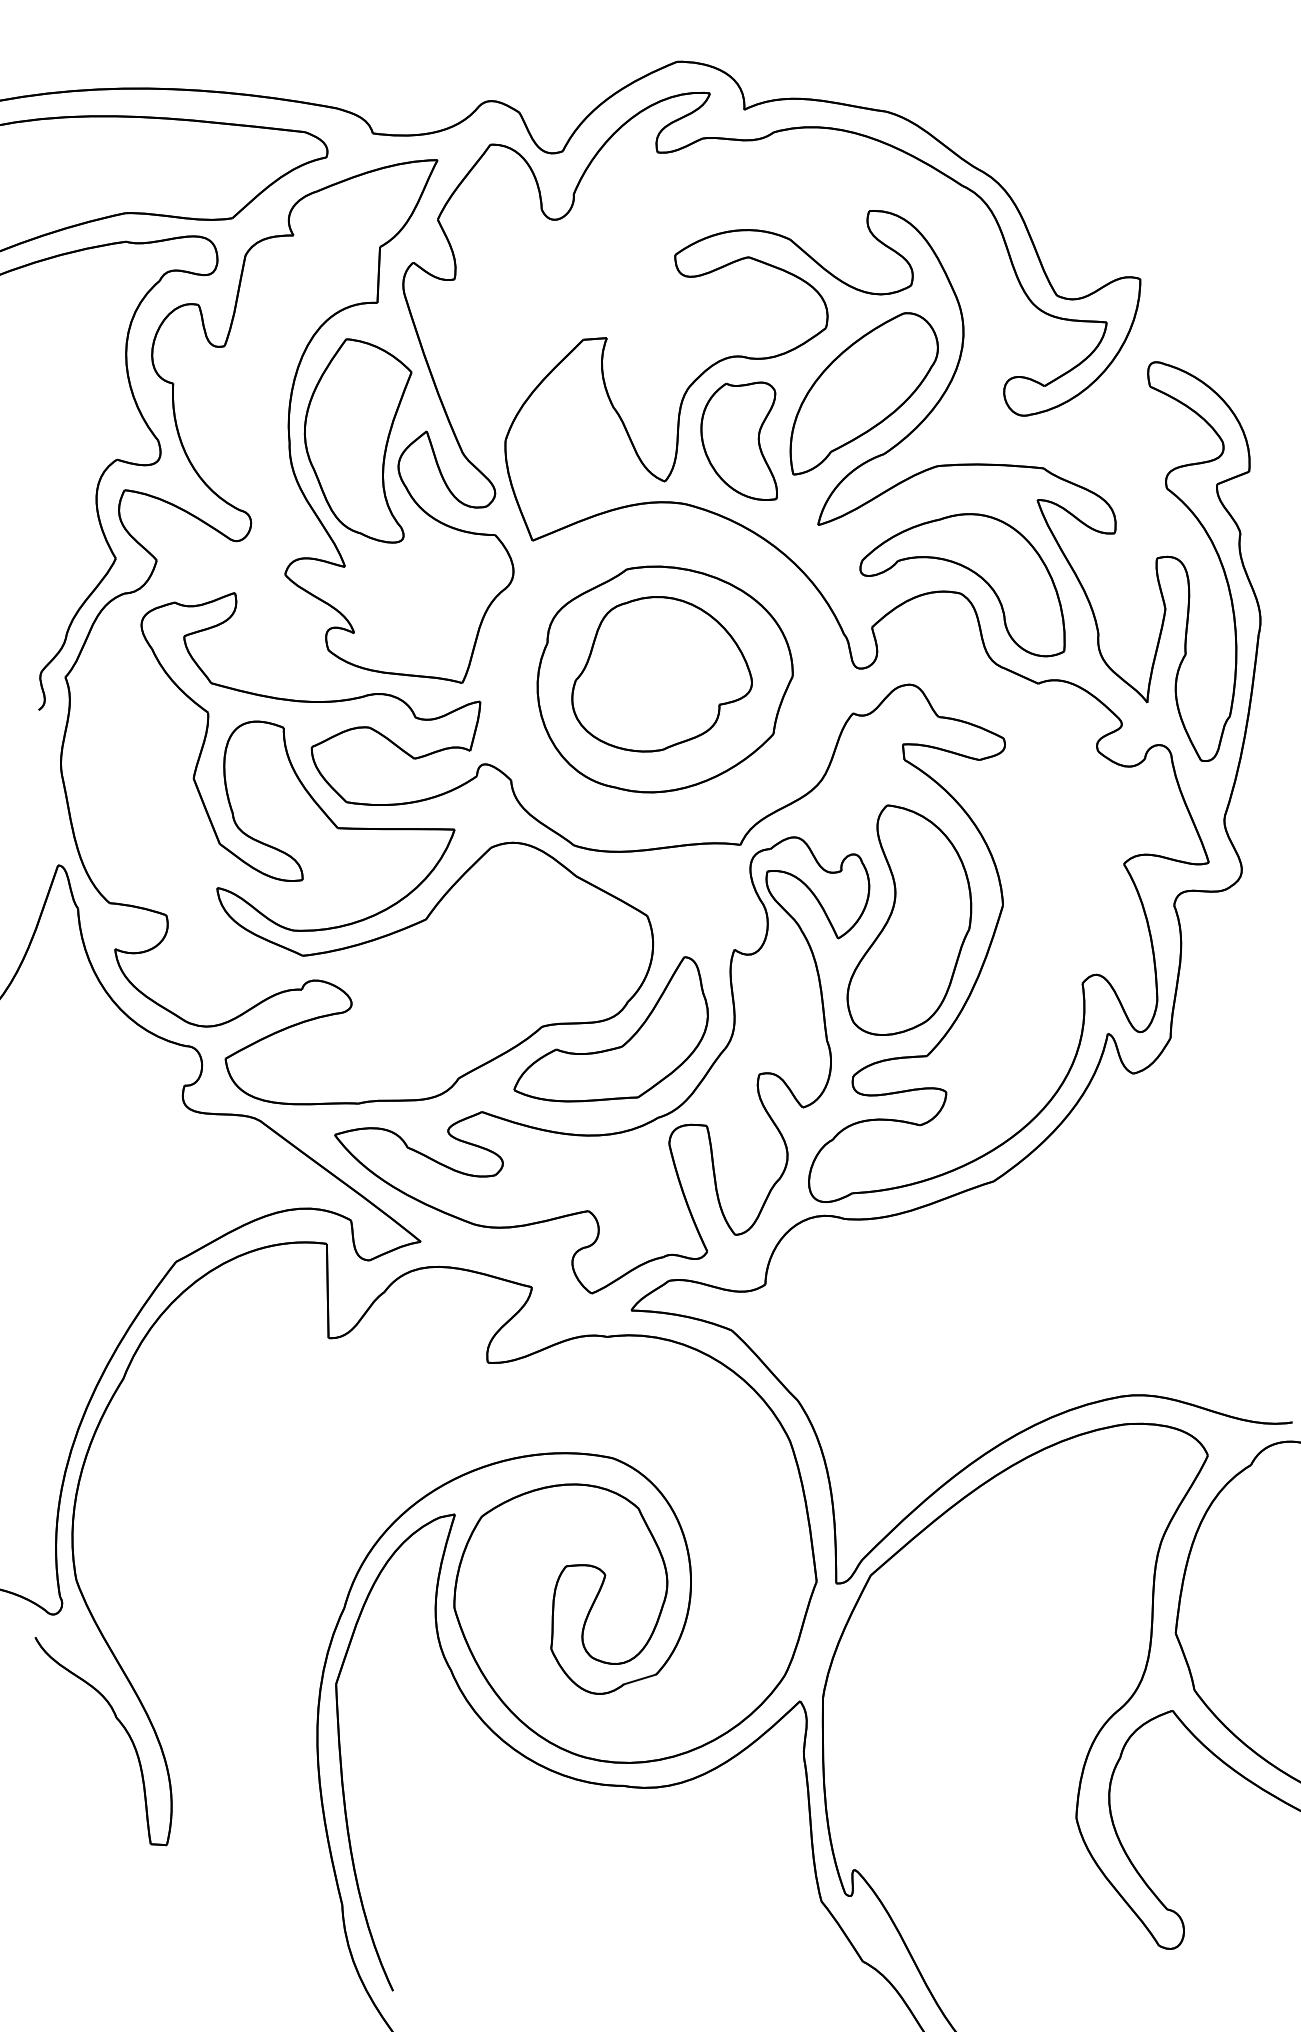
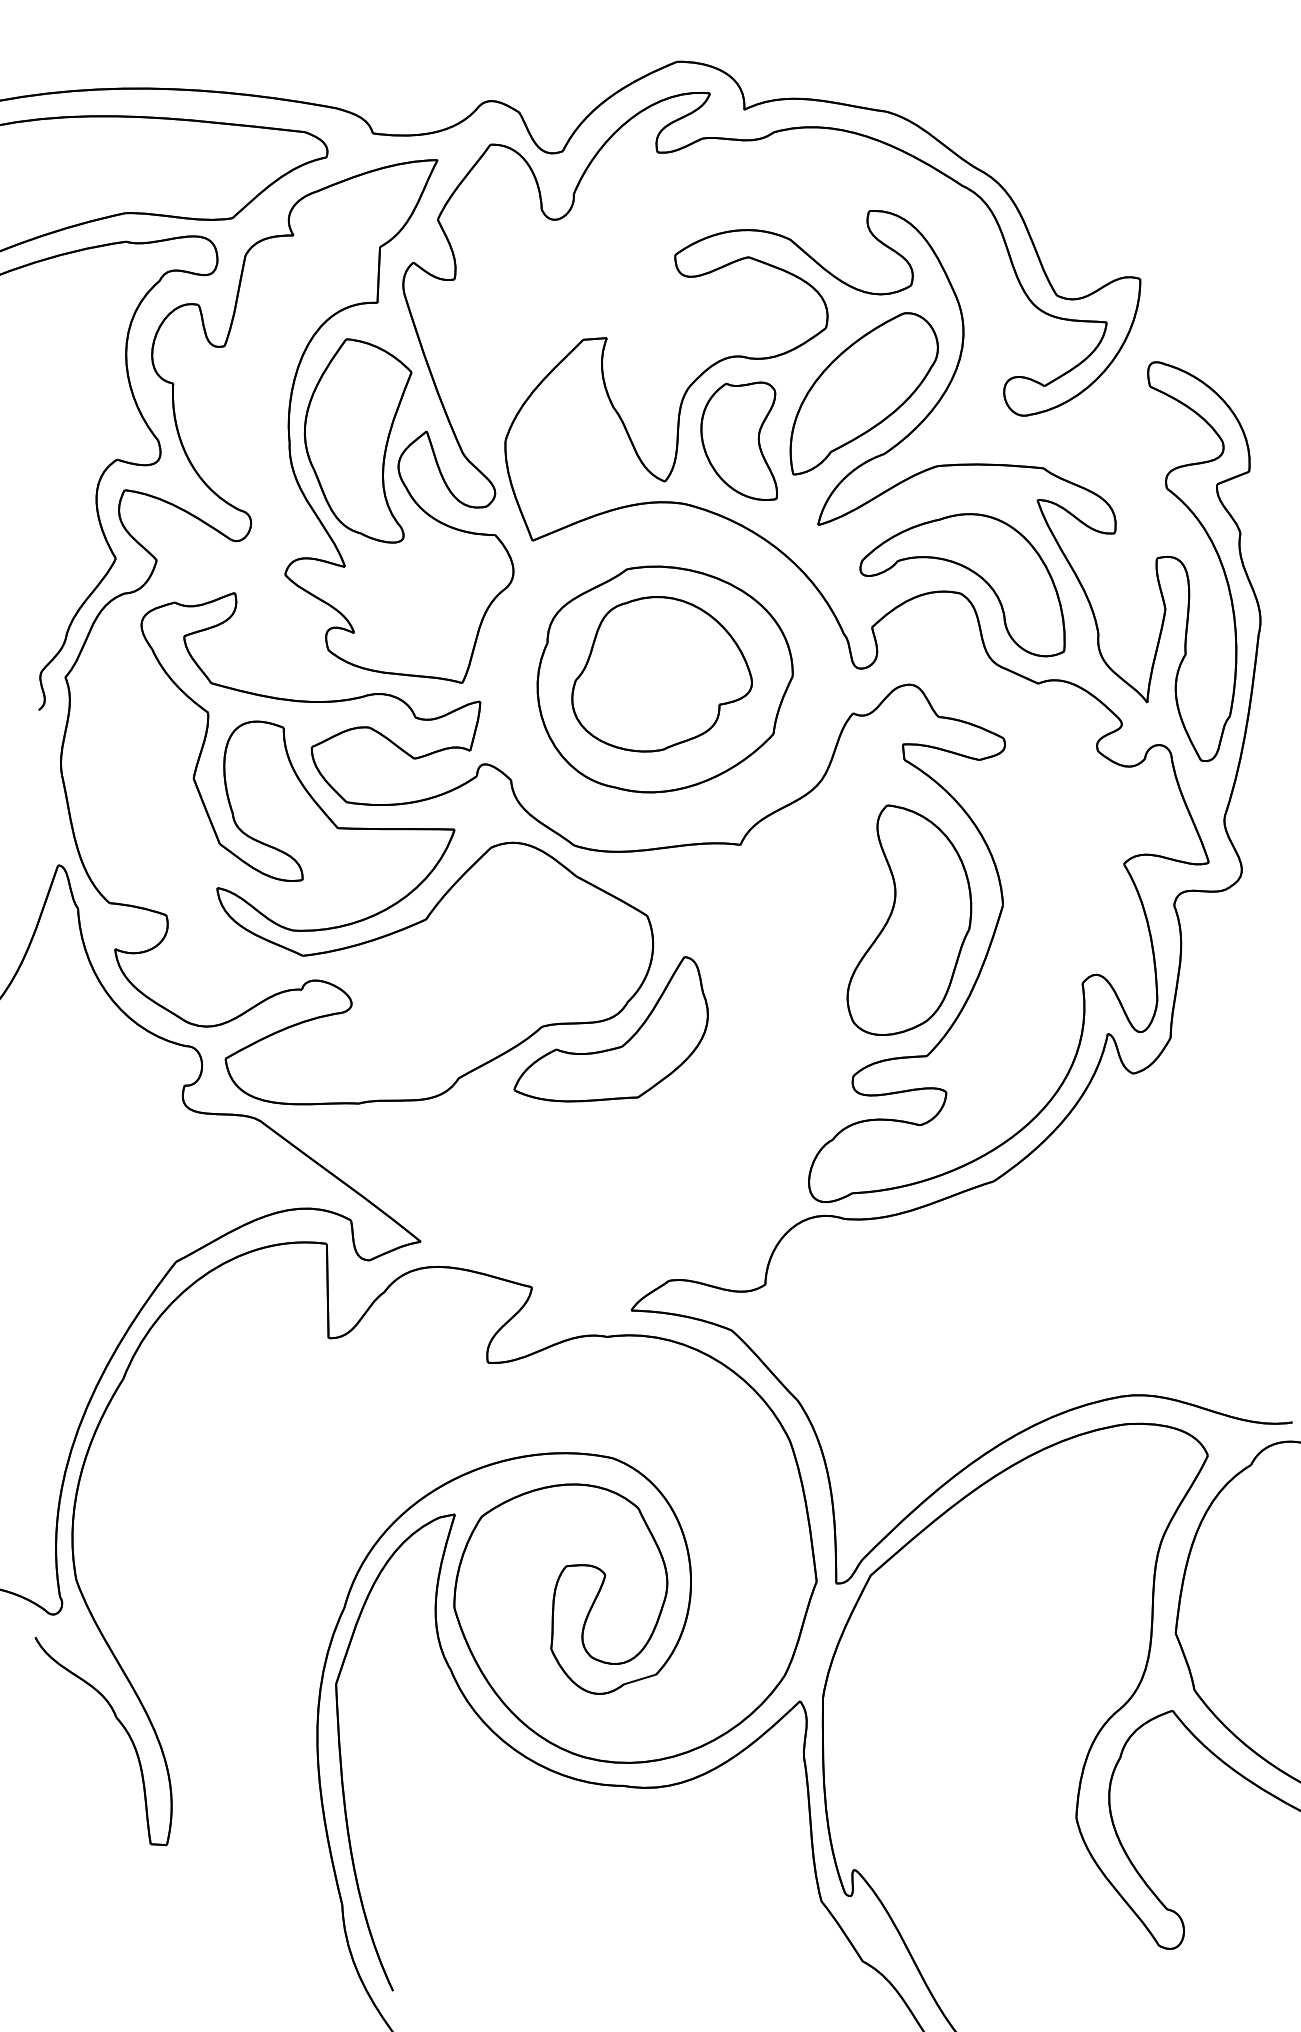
part at (613, 1132): present -> none
